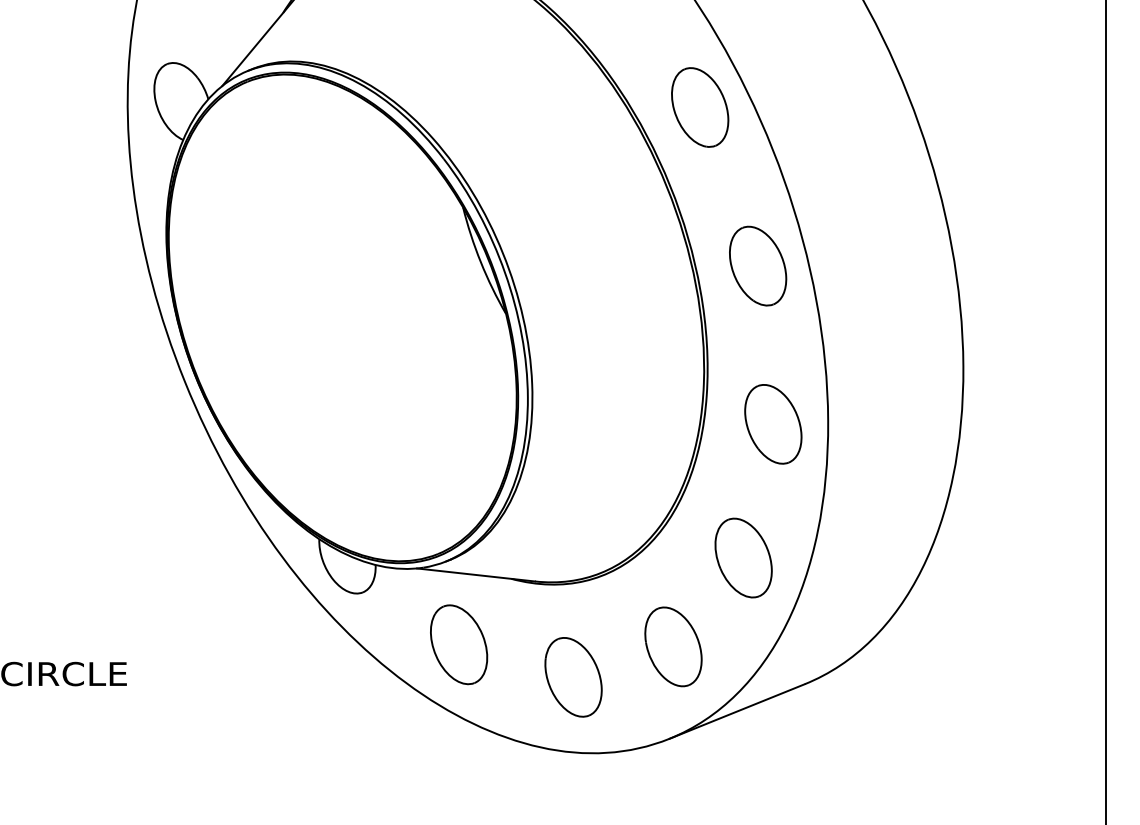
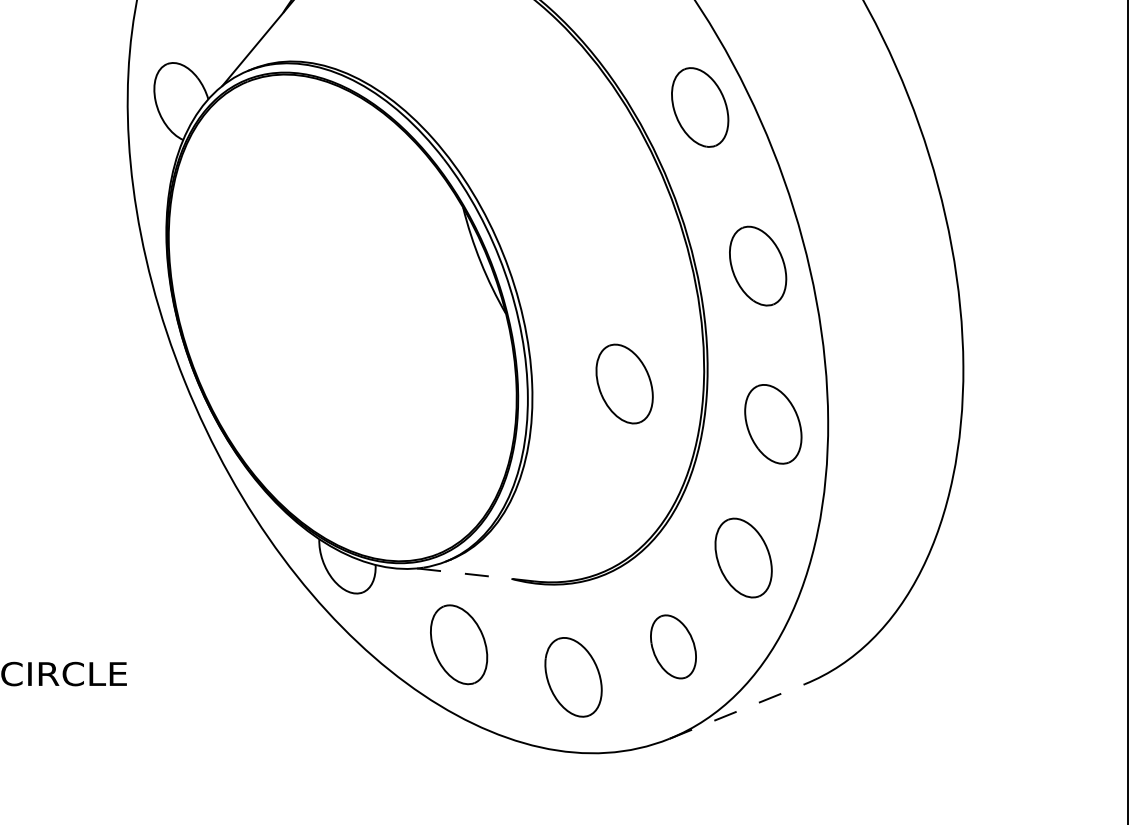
part at (624, 383): none -> present
line at (1105, 411) position: (1105, 411) -> (1127, 411)
line at (476, 575): solid -> dashed
part at (673, 646) size: 59x82 px -> 47x66 px
line at (737, 711): solid -> dashed
